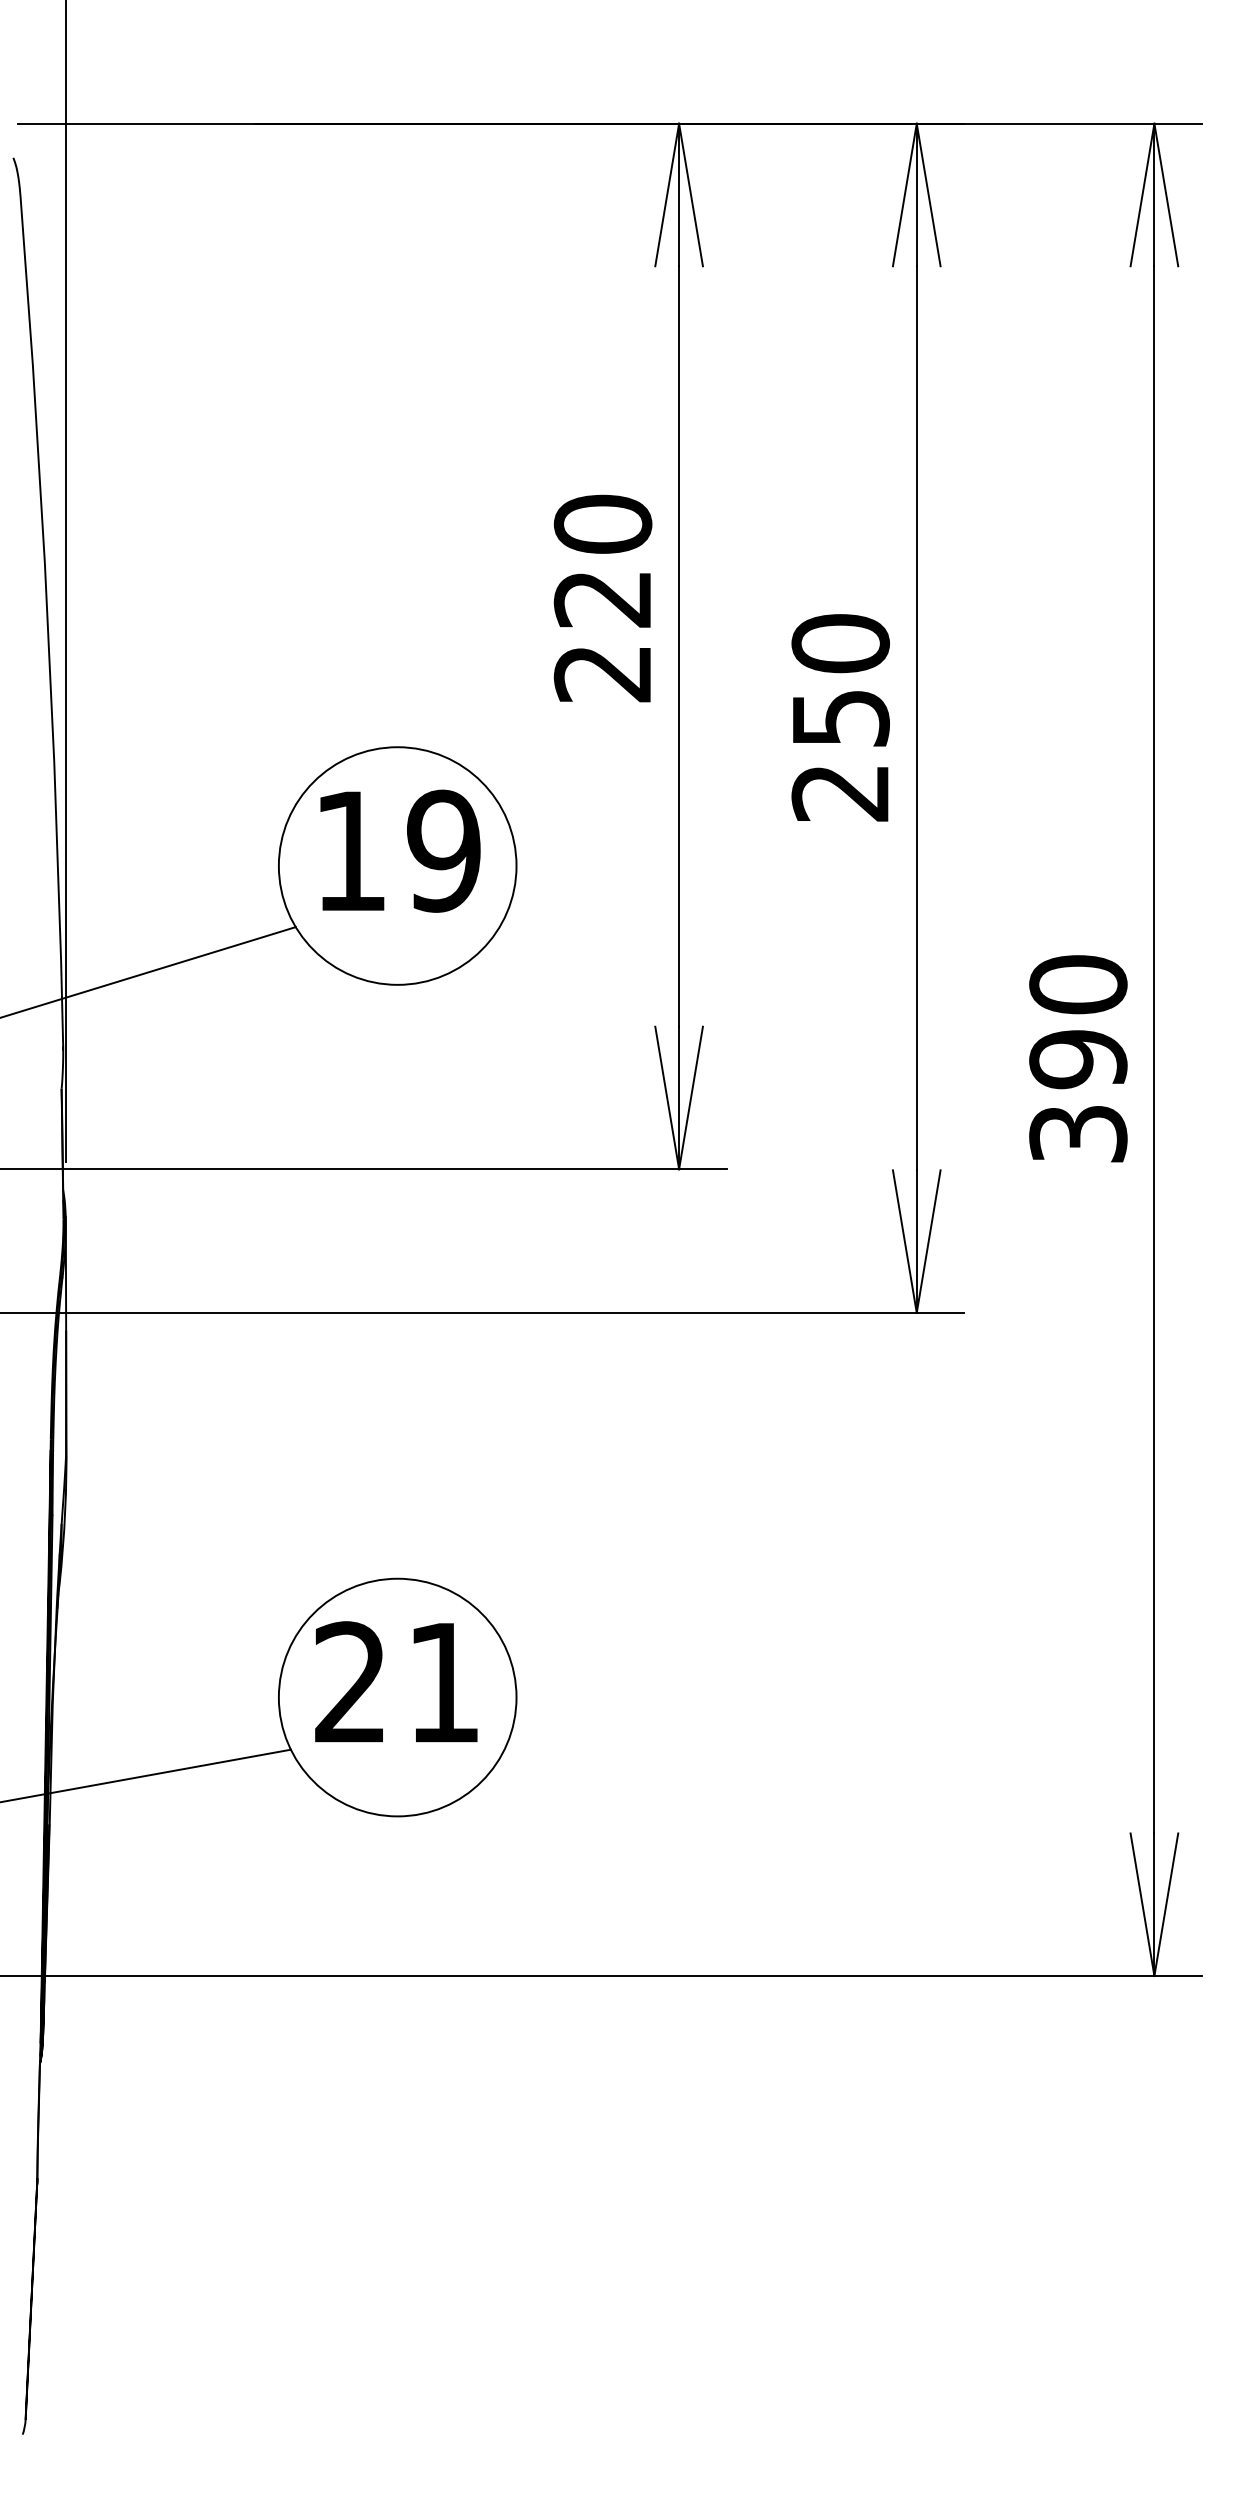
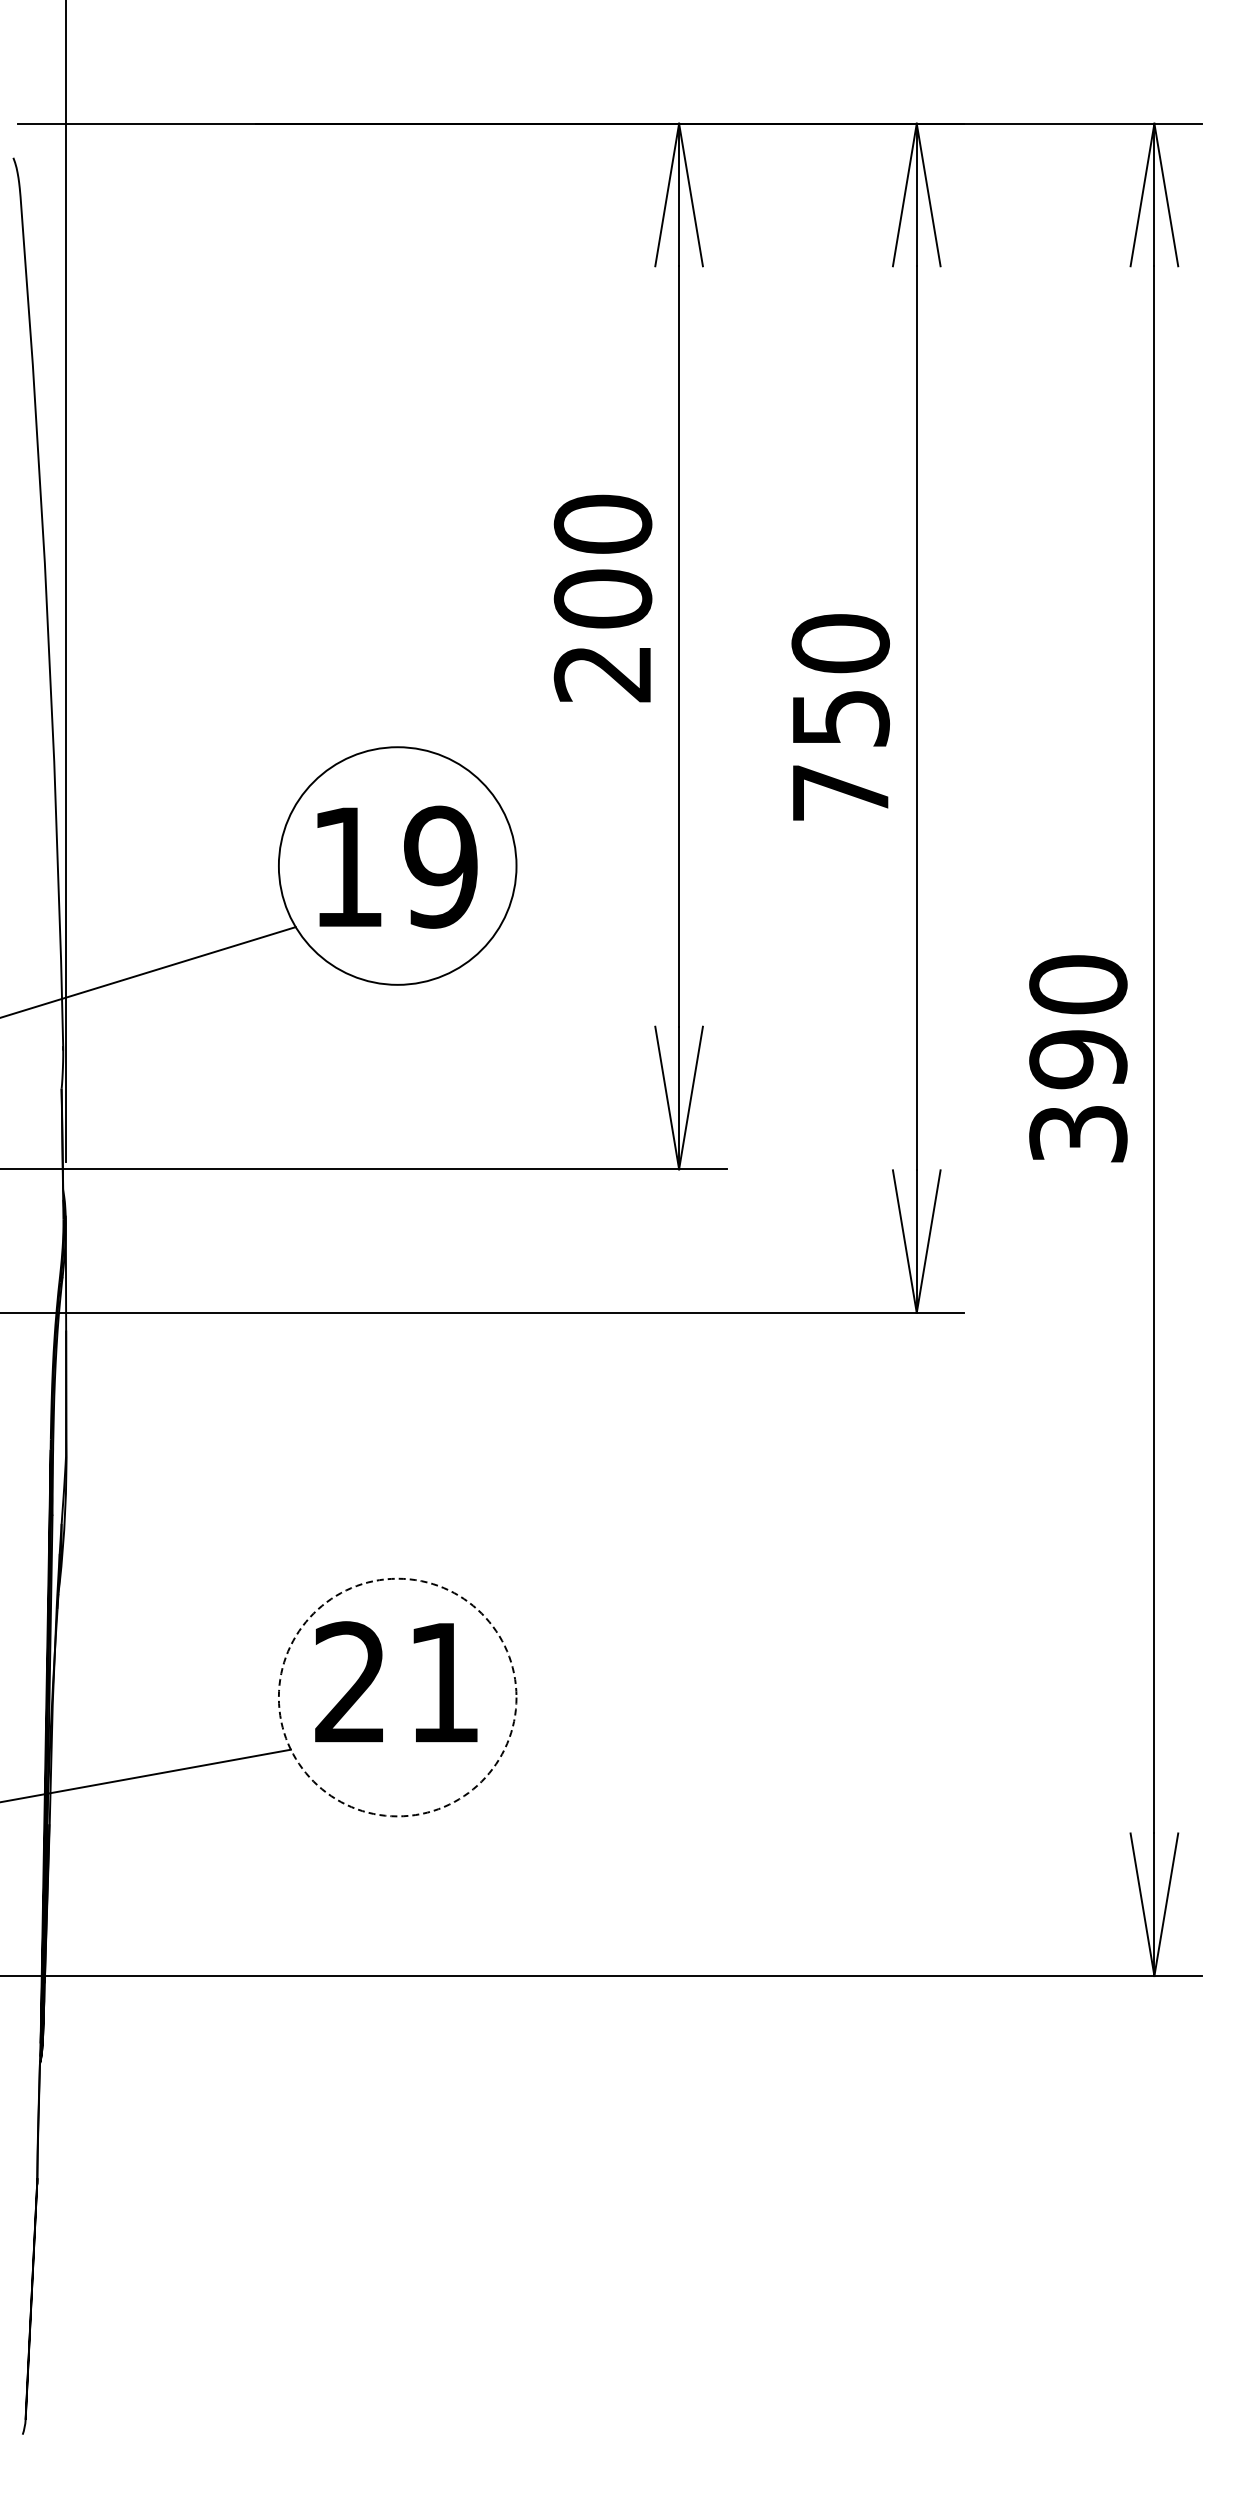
text at (602, 598): 220 -> 200
text at (839, 793): 250 -> 750
text at (400, 850) position: (400, 850) -> (397, 866)
circle at (397, 1697): solid -> dashed
